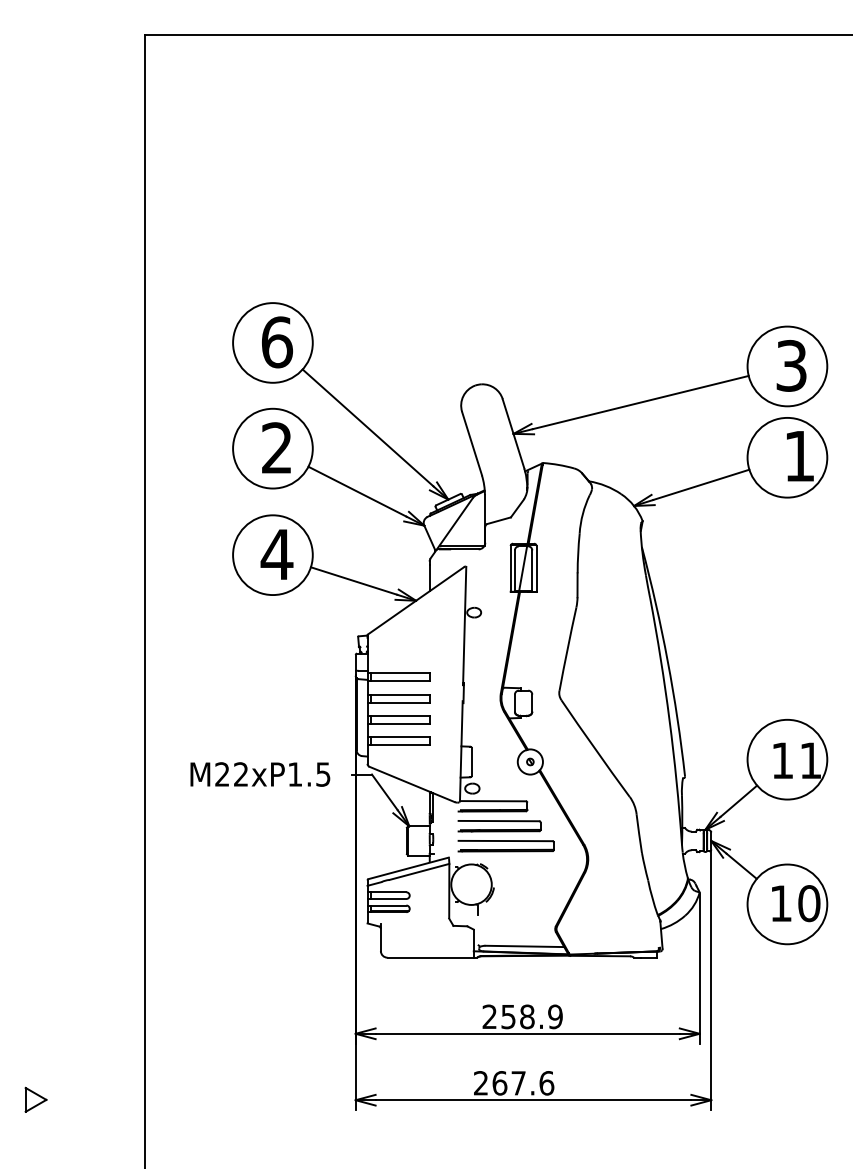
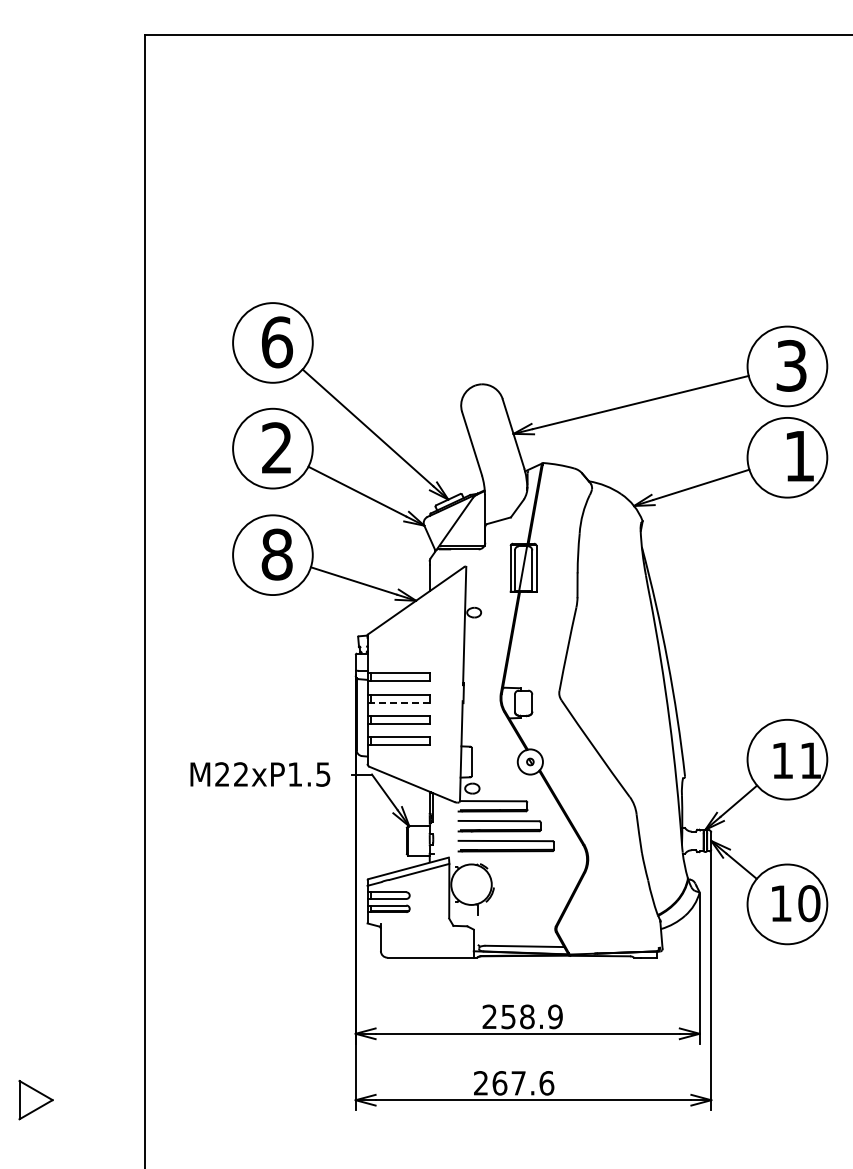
text at (276, 554): 4 -> 8
line at (399, 702): solid -> dashed
part at (35, 1099) size: 24x27 px -> 36x41 px
